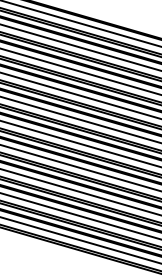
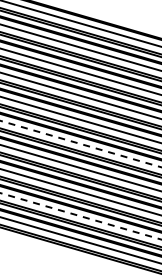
line at (80, 144): solid -> dashed
line at (80, 216): solid -> dashed
